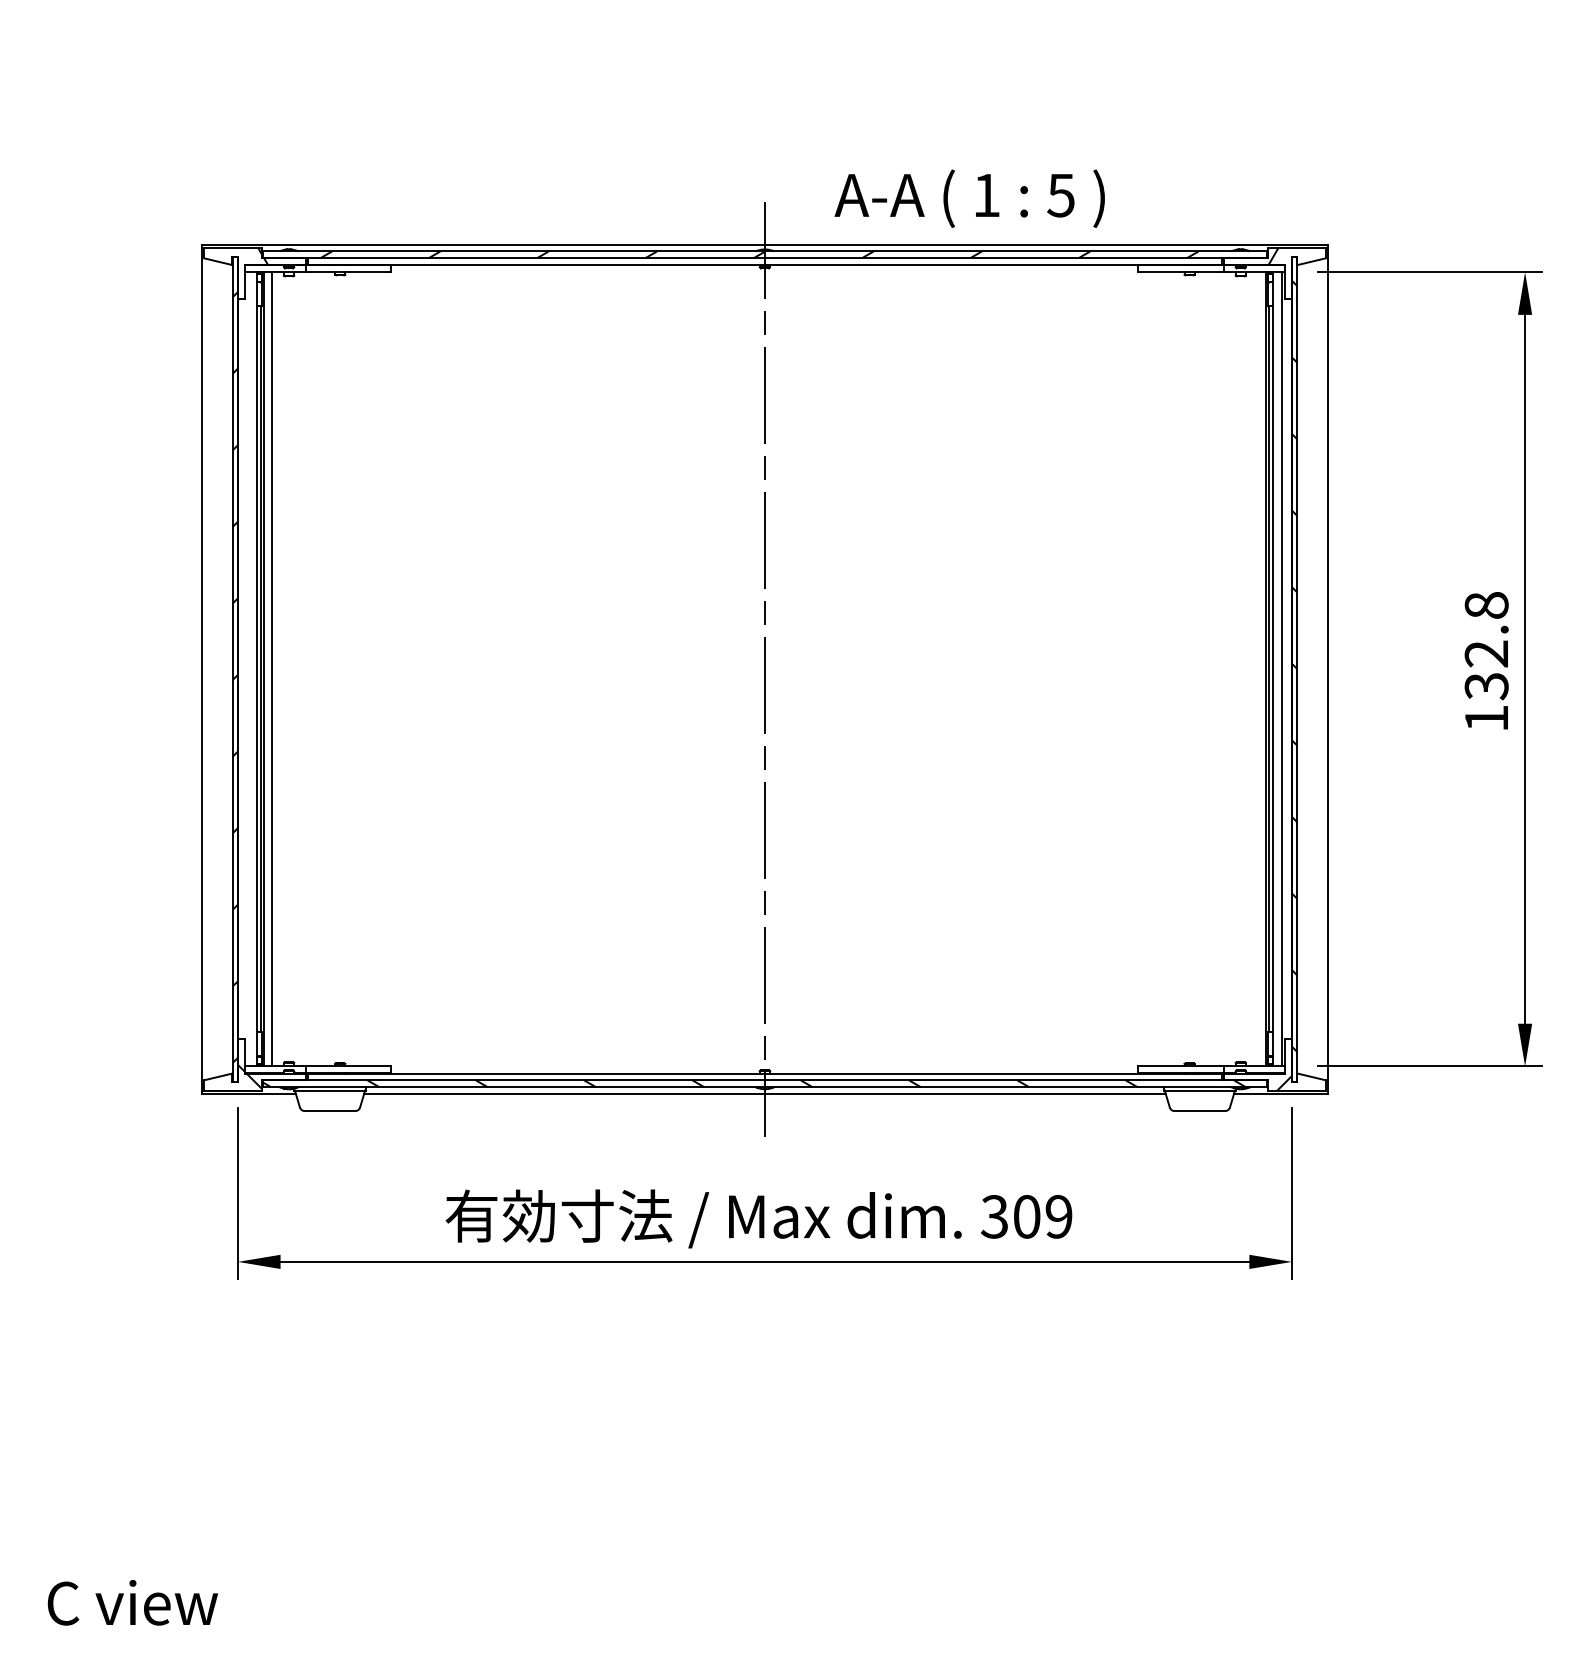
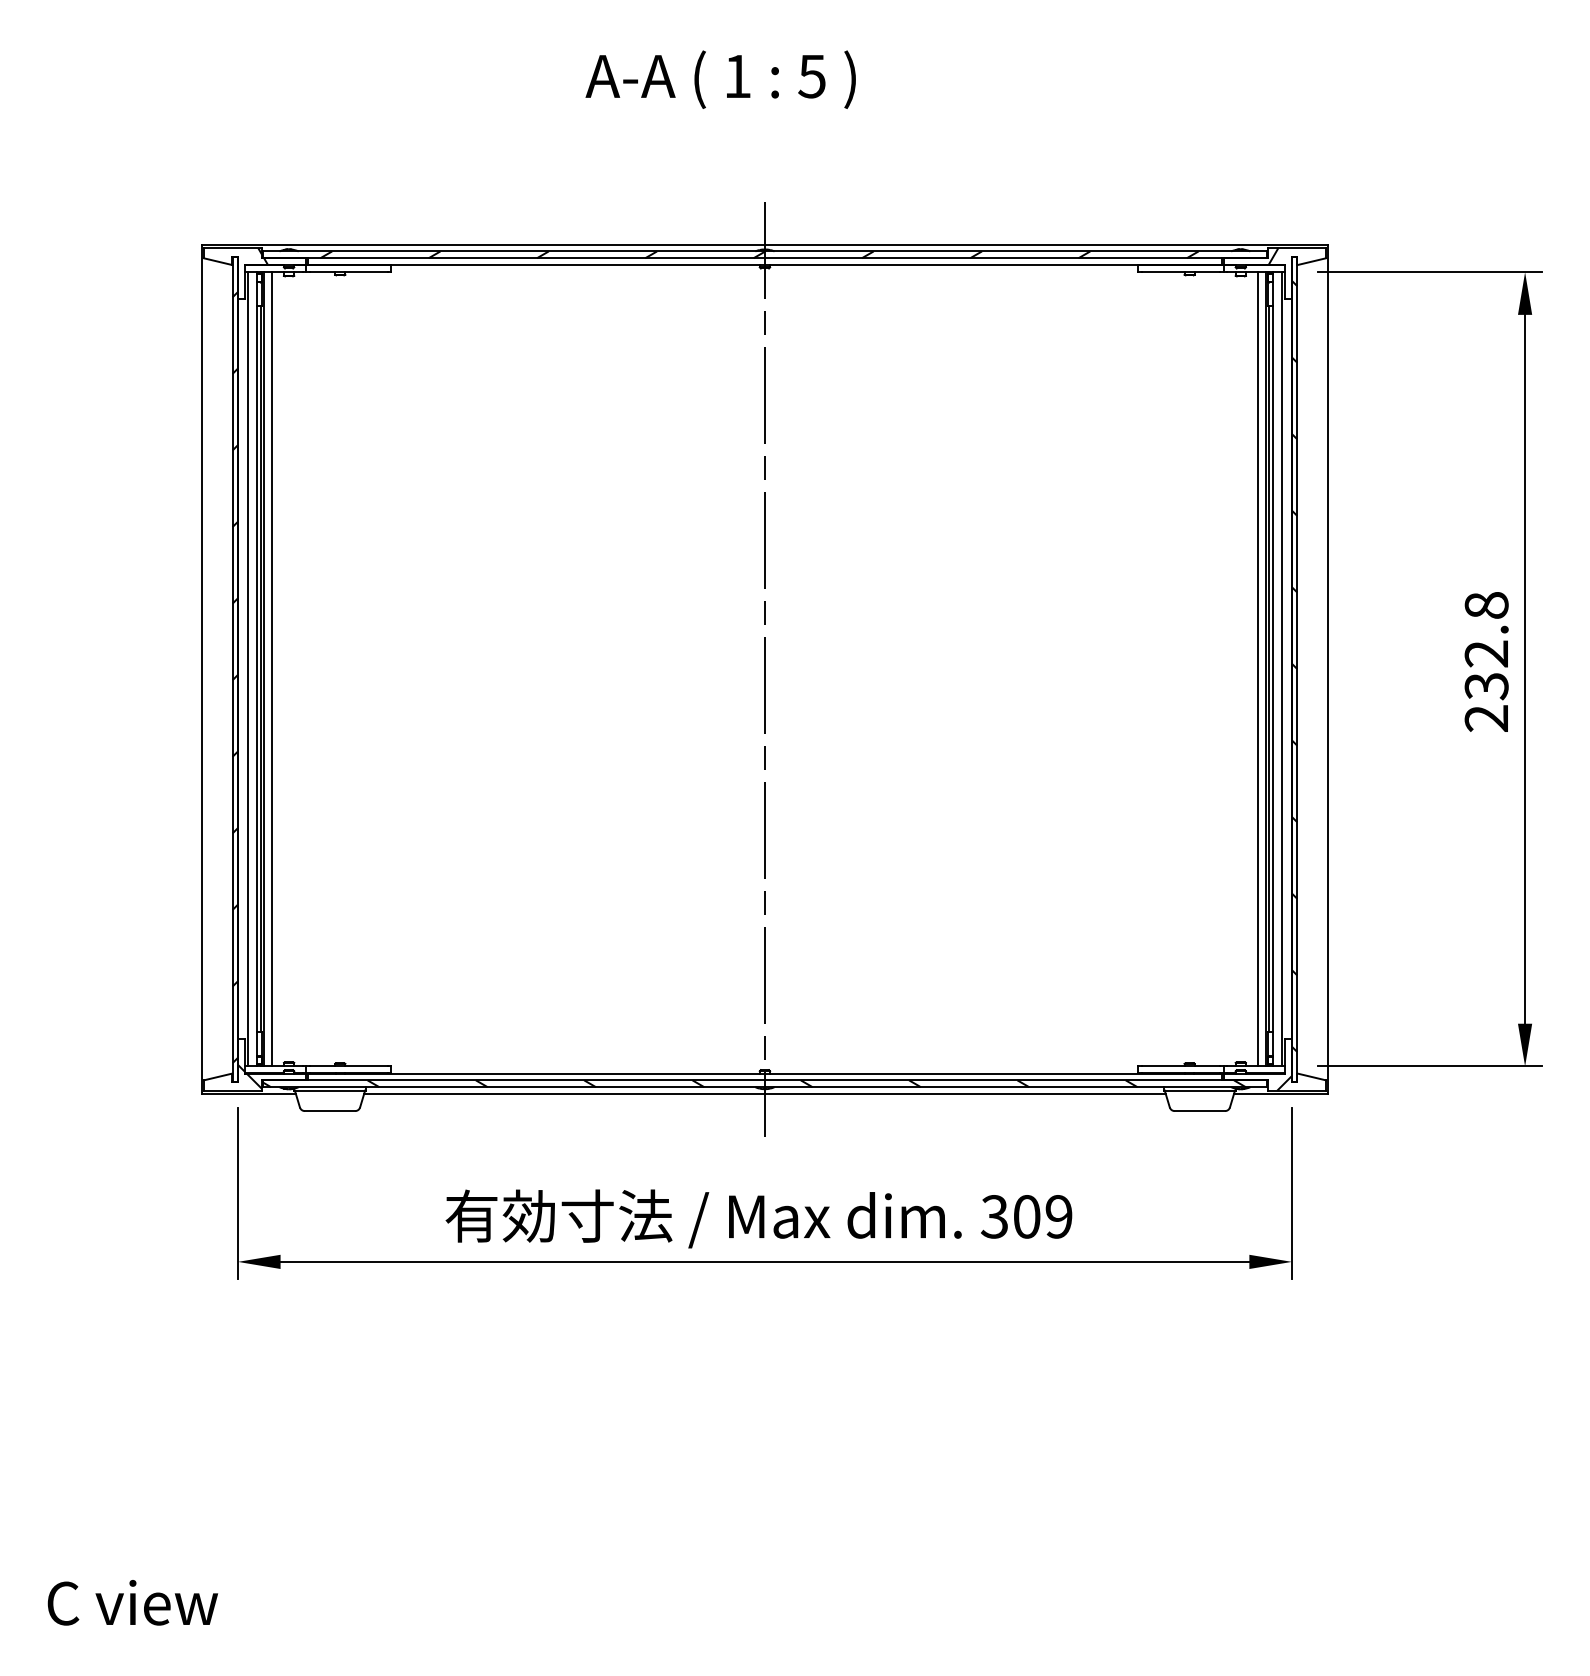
text at (969, 198) position: (969, 198) -> (720, 79)
line at (248, 669): none -> present
line at (1257, 669): none -> present
text at (1485, 718): 132.8 -> 232.8
